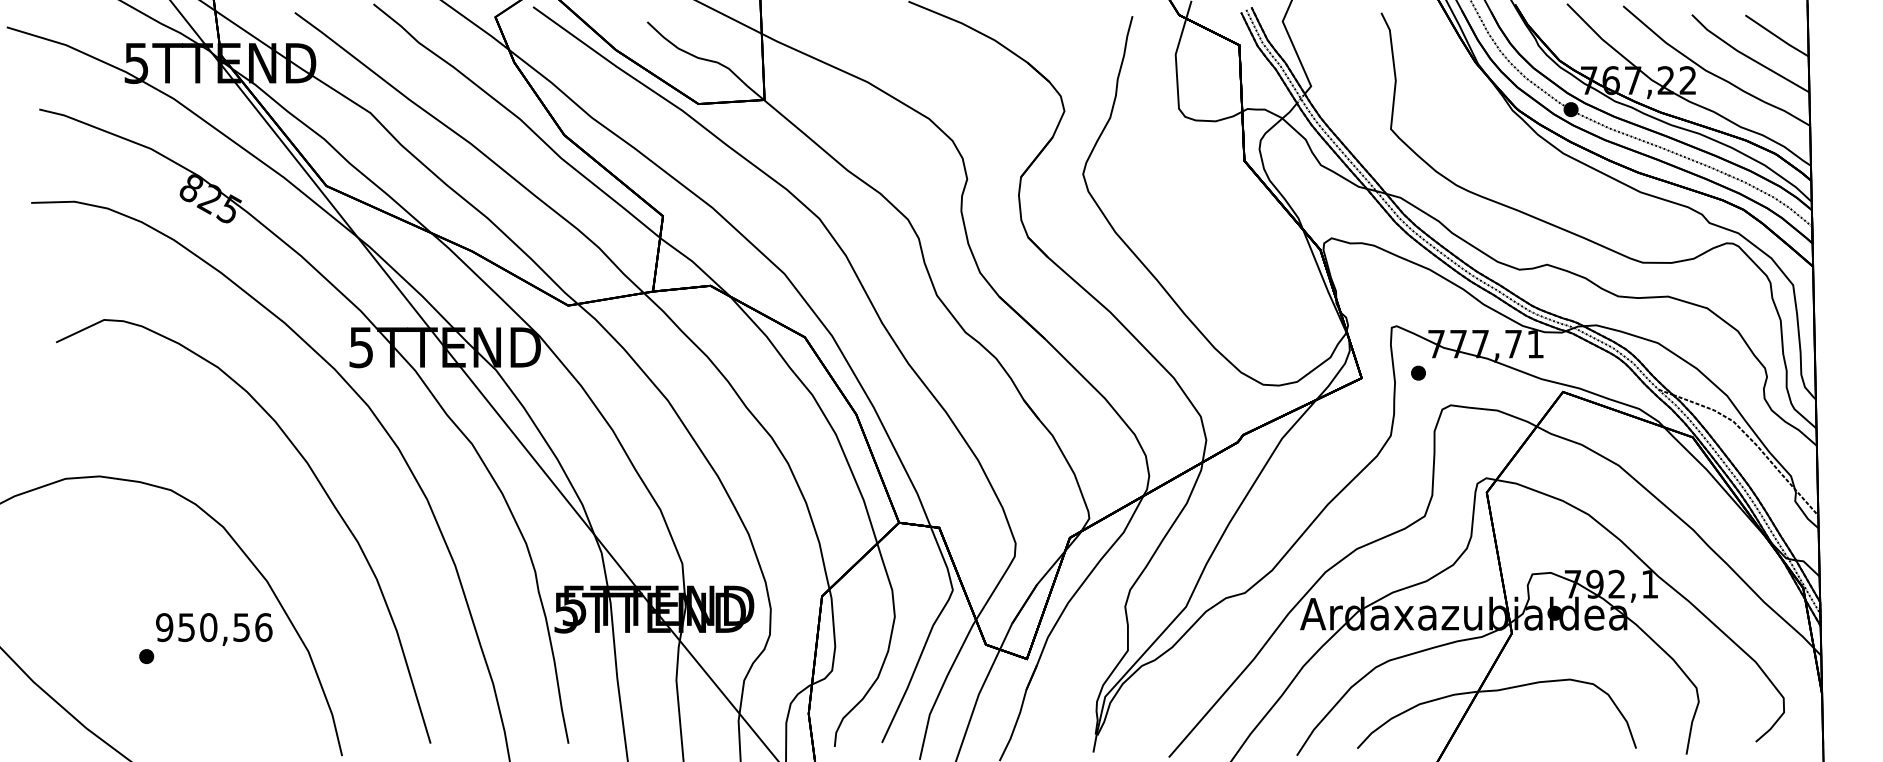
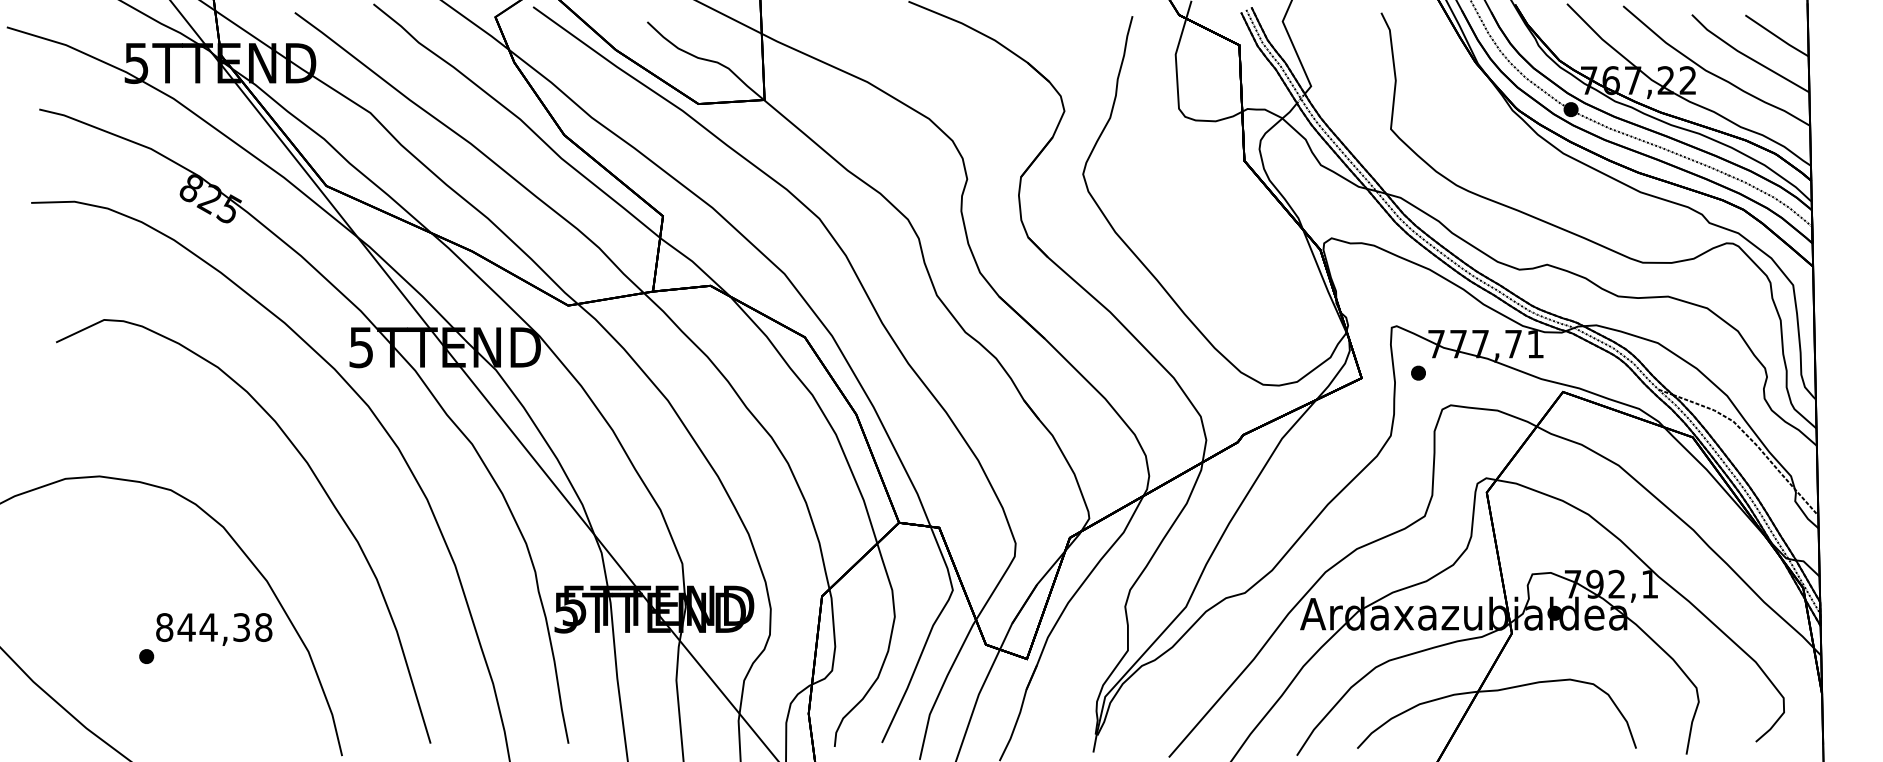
text at (214, 627): 950,56 -> 844,38
